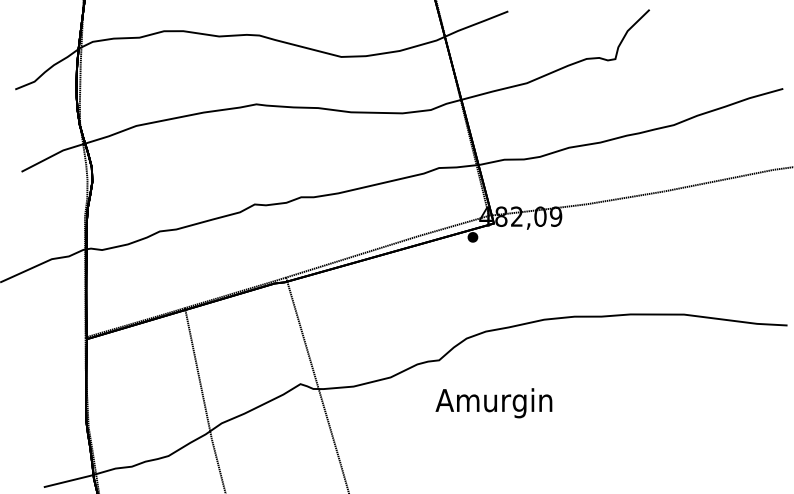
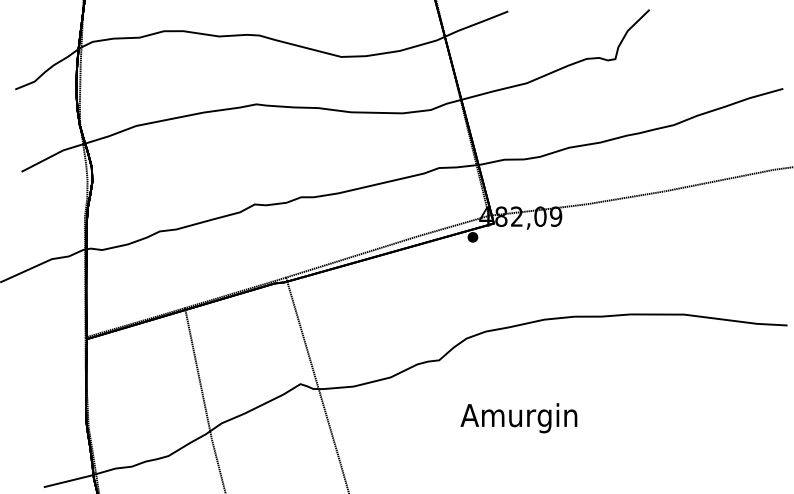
text at (493, 403) position: (493, 403) -> (518, 418)
